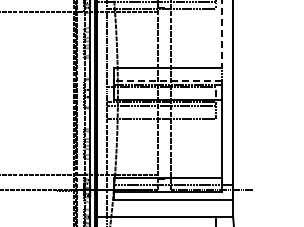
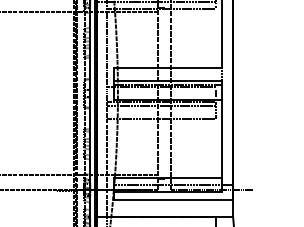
line at (222, 33): dashed -> solid
line at (167, 80): dashed -> solid
